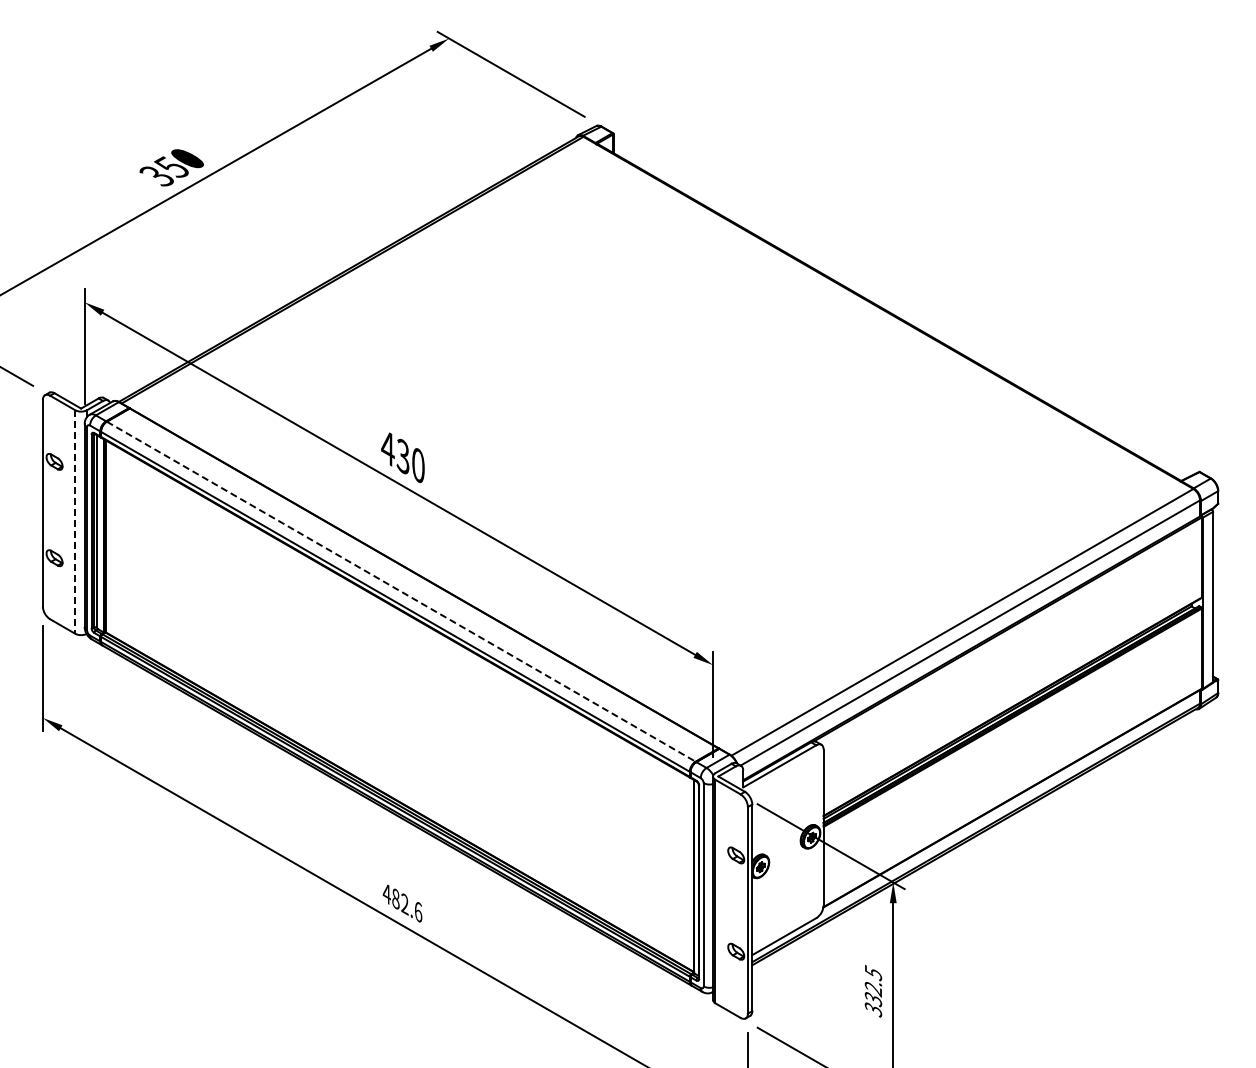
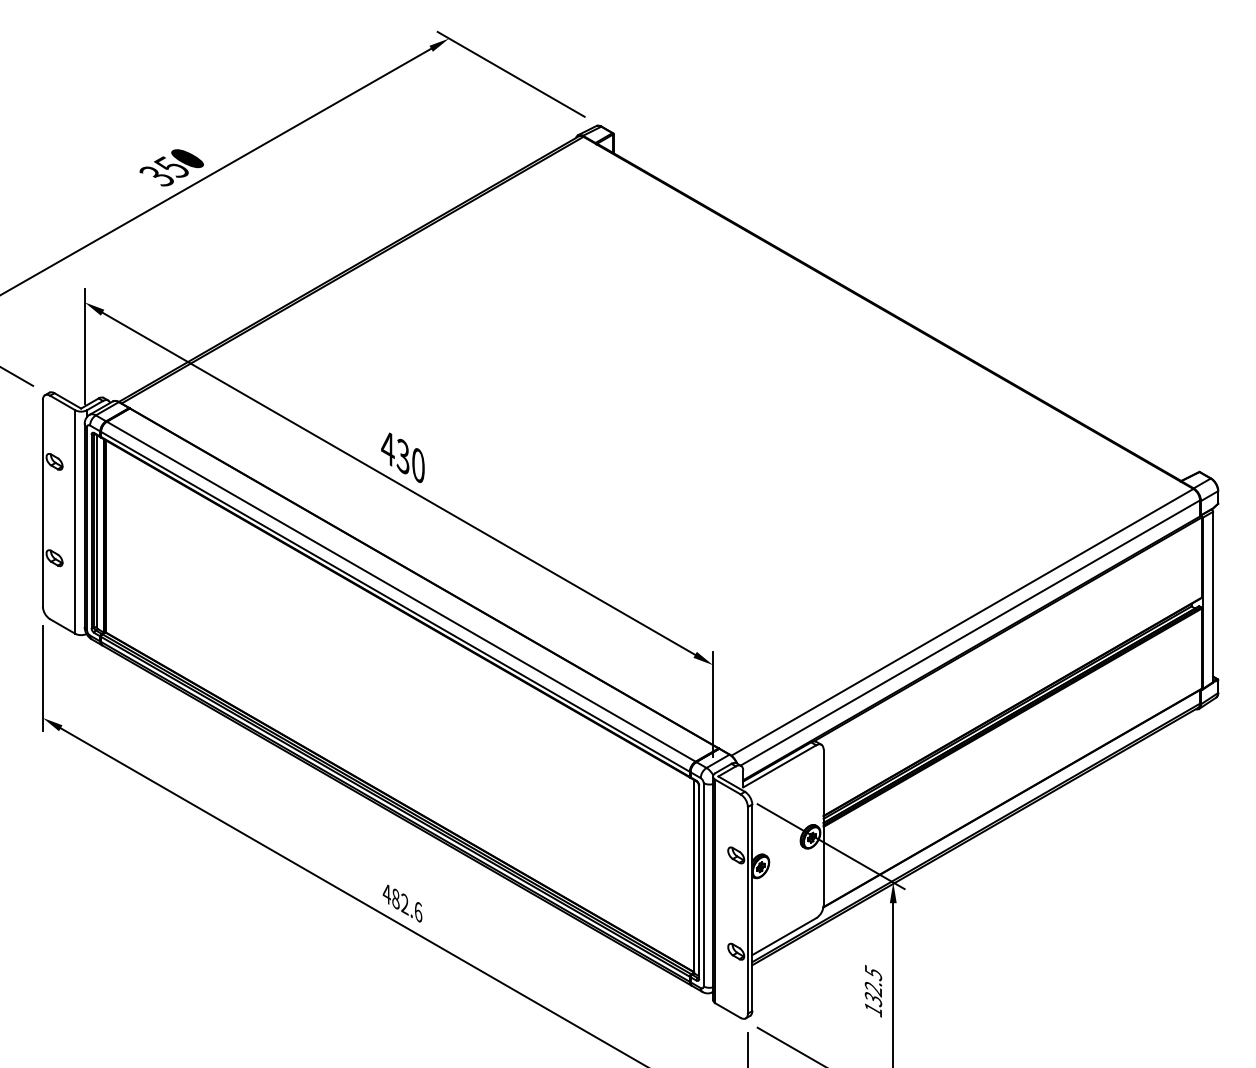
line at (75, 522): dashed -> solid
line at (401, 591): dashed -> solid
text at (873, 1009): 332.5 -> 132.5
